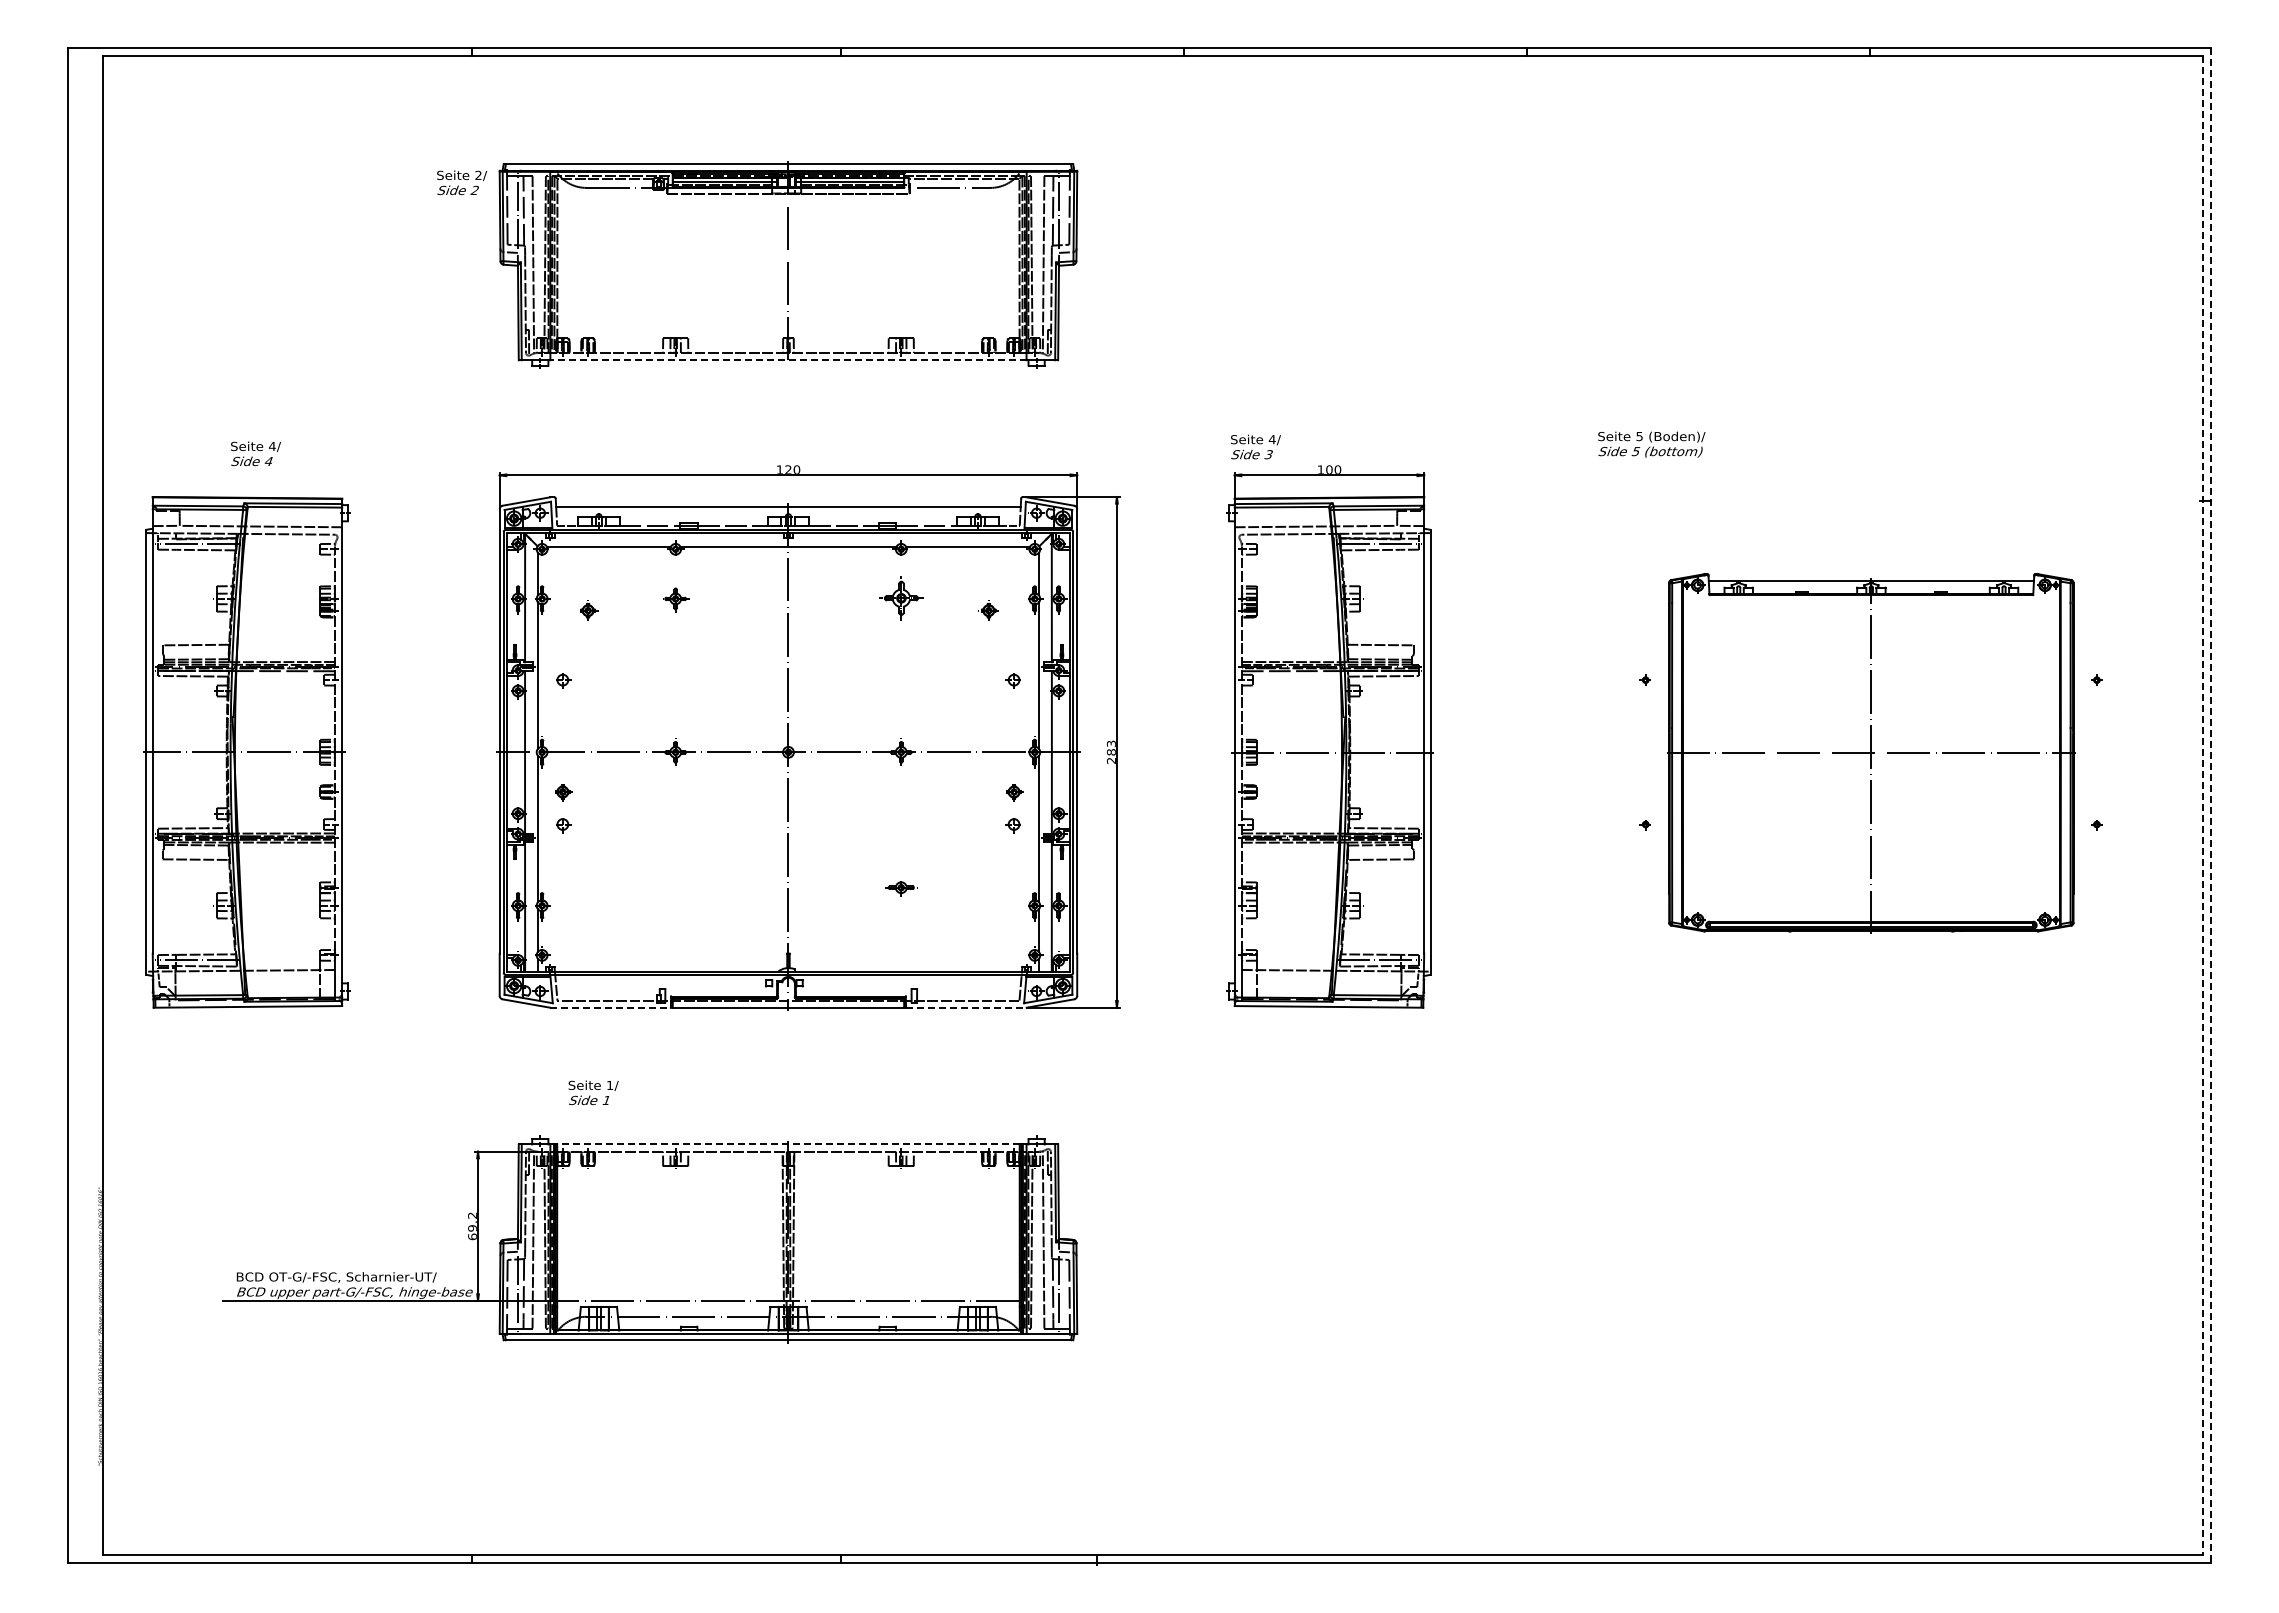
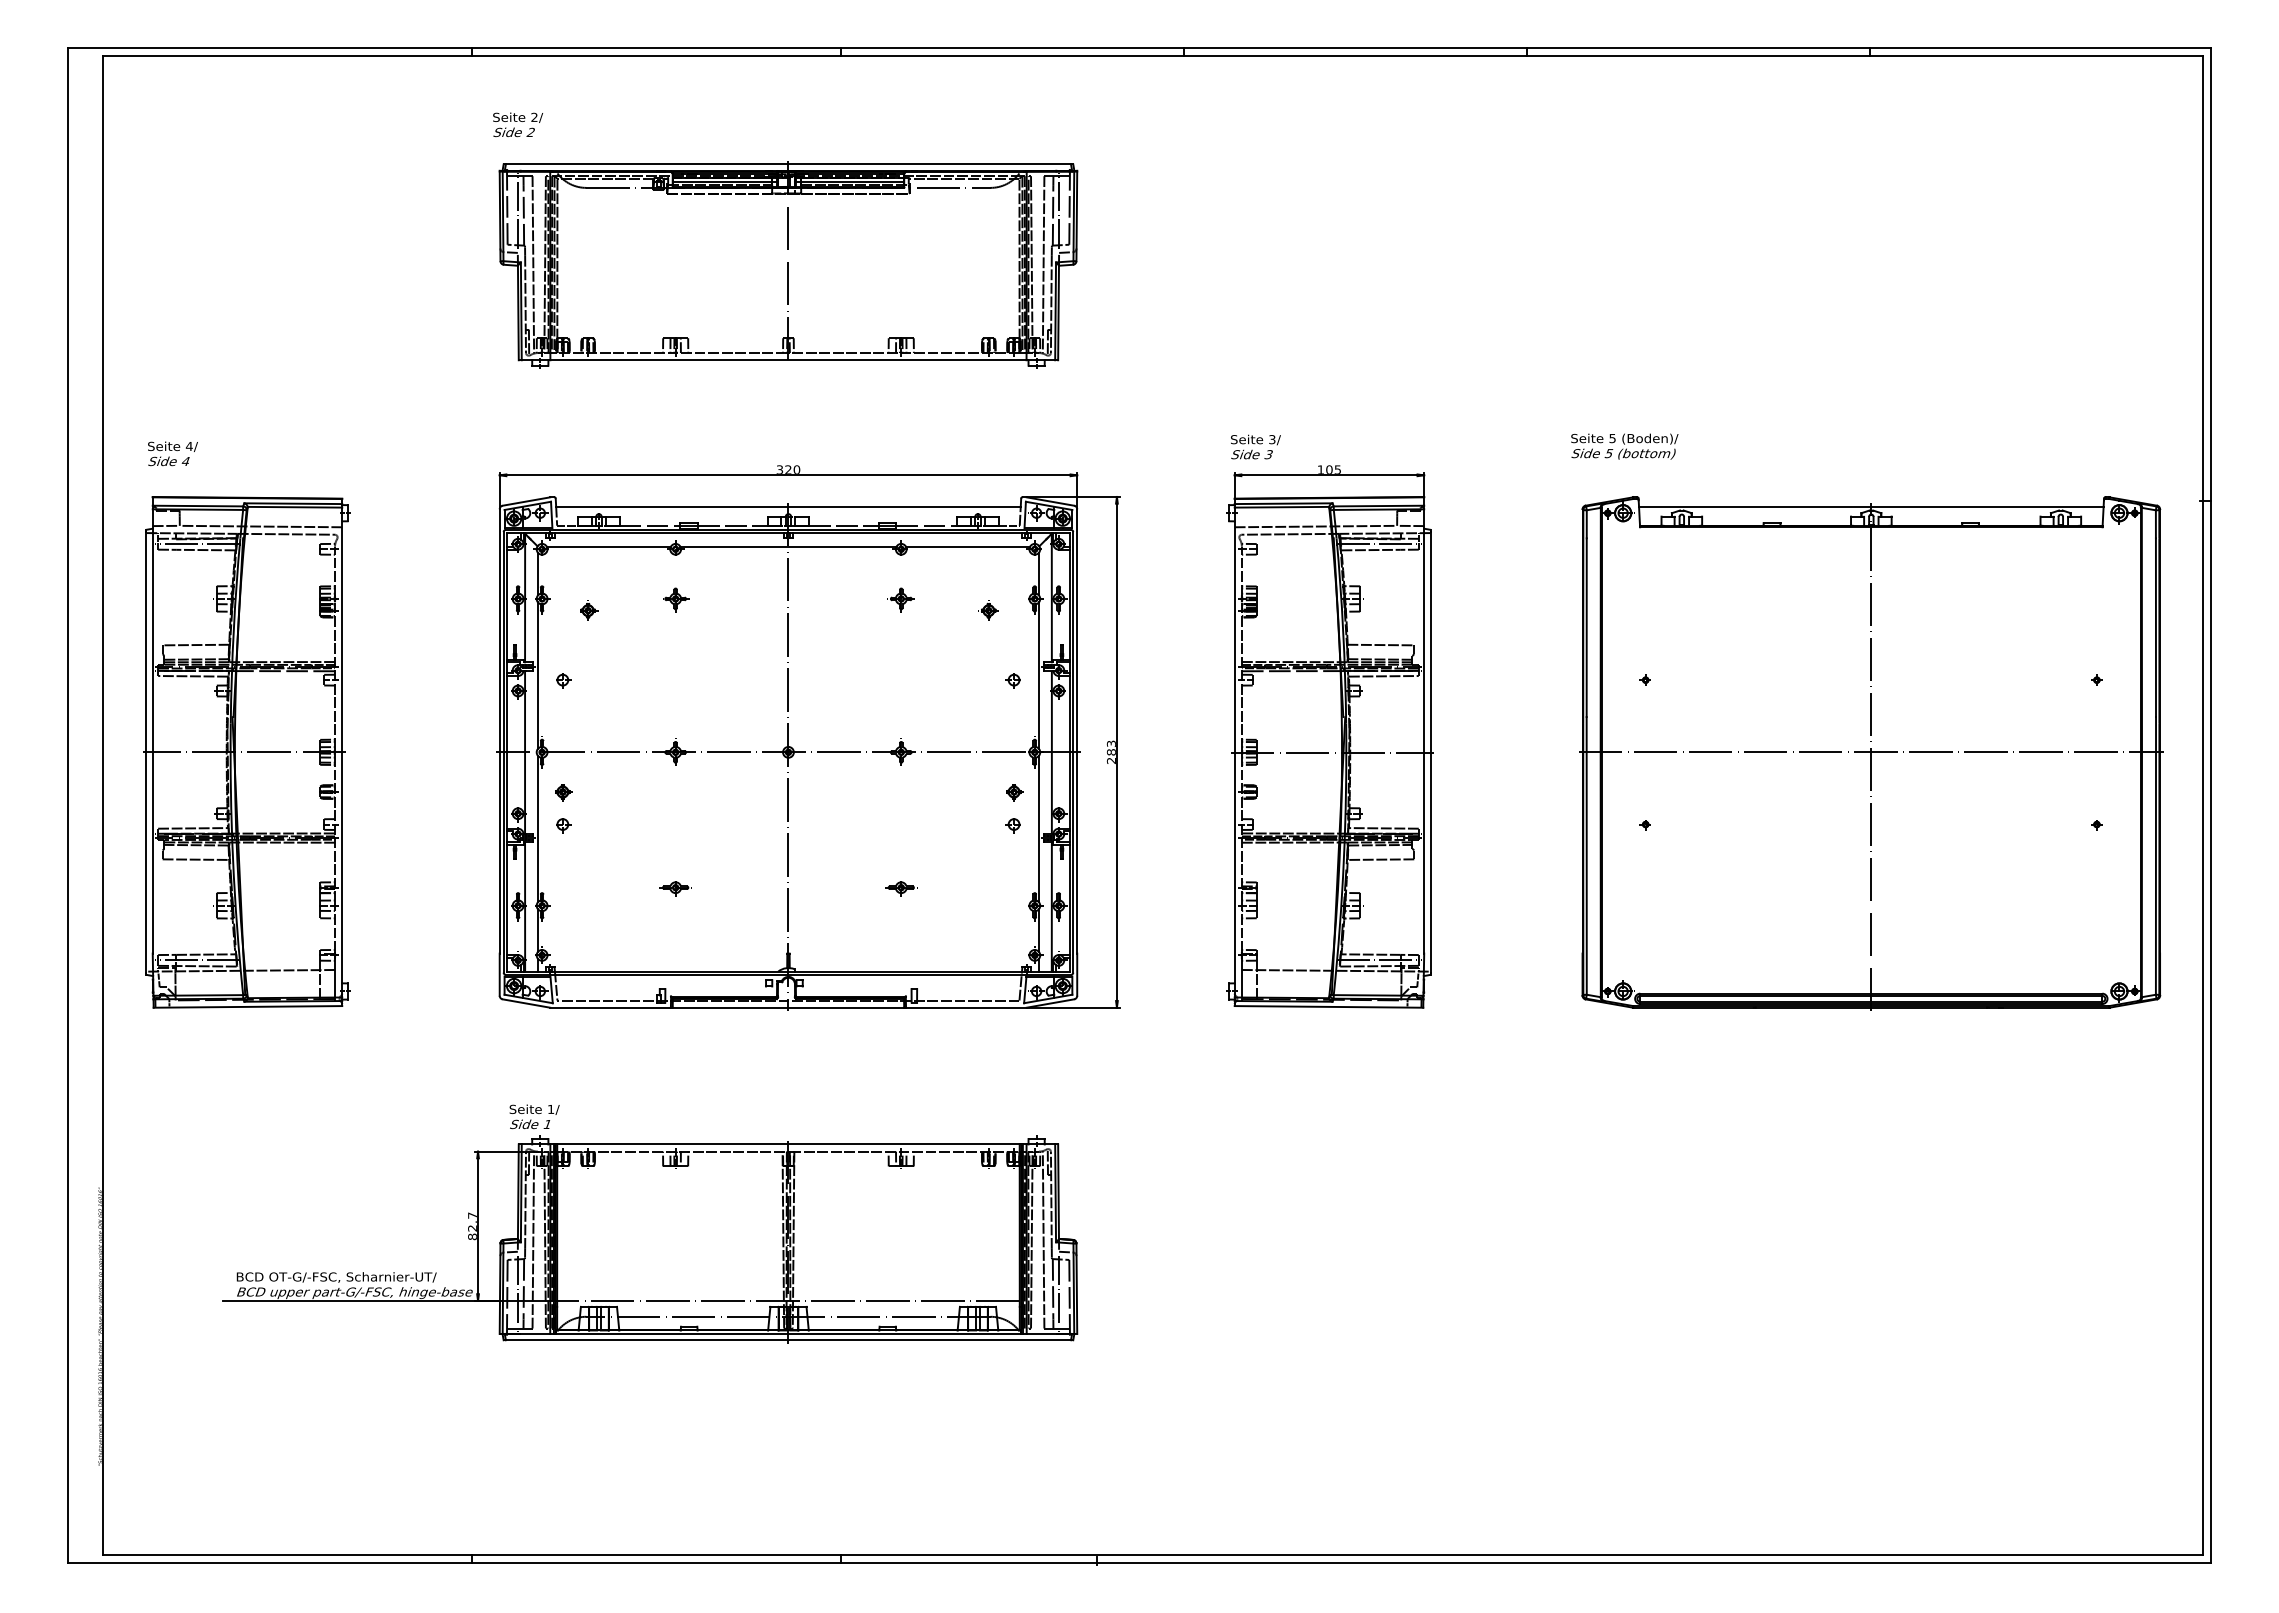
text at (462, 182) position: (462, 182) -> (518, 124)
line at (787, 360): dashed -> solid
text at (1271, 439): 4/ -> 3/
text at (1651, 444) position: (1651, 444) -> (1624, 446)
text at (255, 453) position: (255, 453) -> (172, 453)
text at (779, 469): 120 -> 320
text at (1337, 469): 100 -> 105
part at (901, 598) size: 45x45 px -> 28x26 px
part at (1871, 753) size: 409x361 px -> 585x515 px
line at (2203, 805): dashed -> solid
line at (2210, 806): dashed -> solid
part at (675, 888): none -> present
line at (611, 1007): dashed -> solid
line at (966, 1007): dashed -> solid
text at (593, 1092) position: (593, 1092) -> (534, 1116)
line at (787, 1144): dashed -> solid
text at (472, 1226): 69.2 -> 82.7
